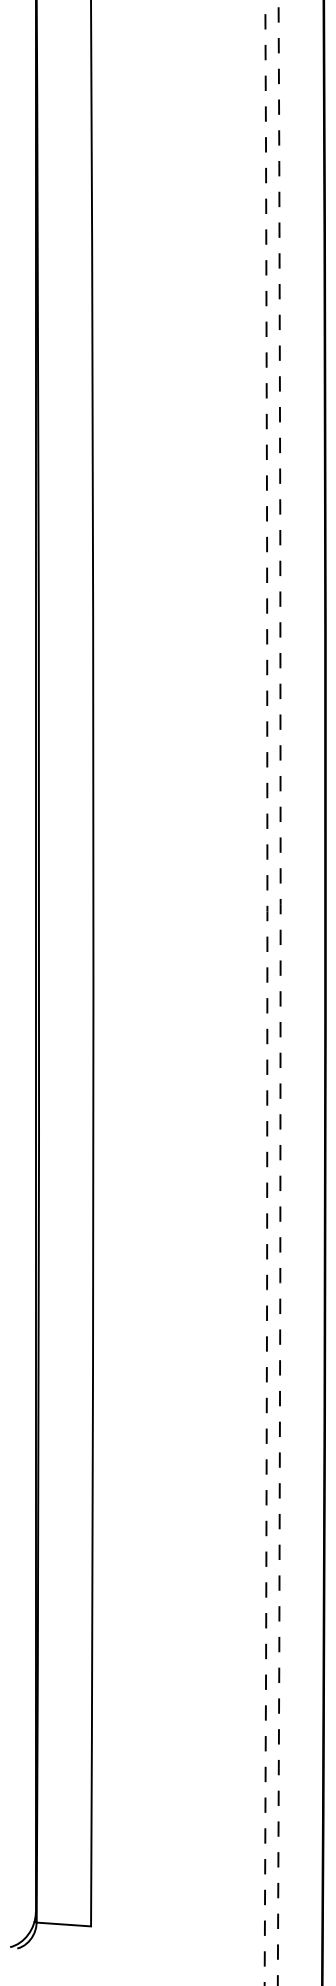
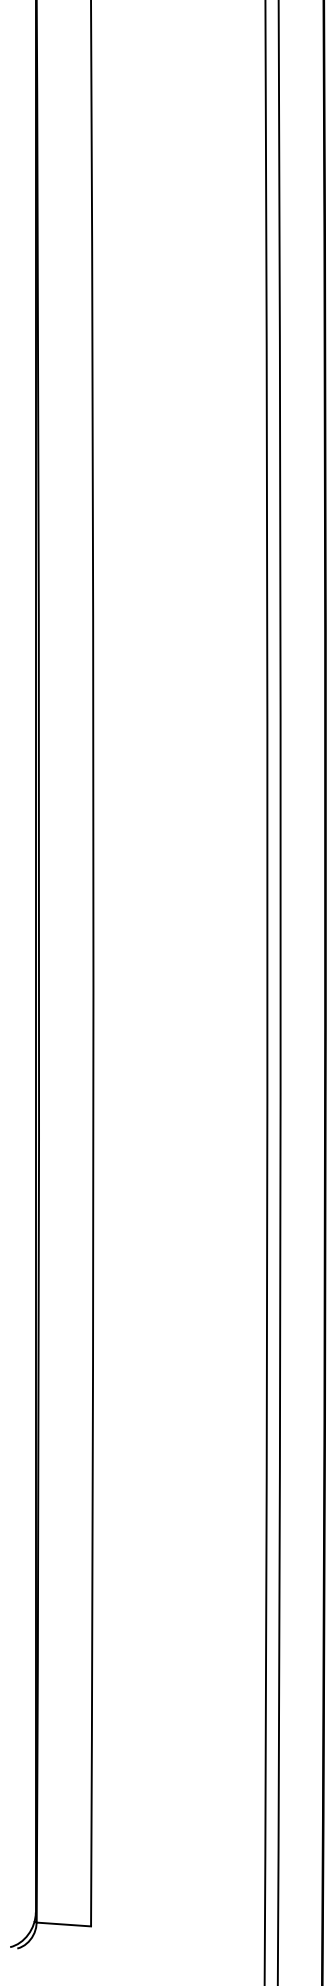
arc at (280, 991): dashed -> solid
arc at (267, 992): dashed -> solid
